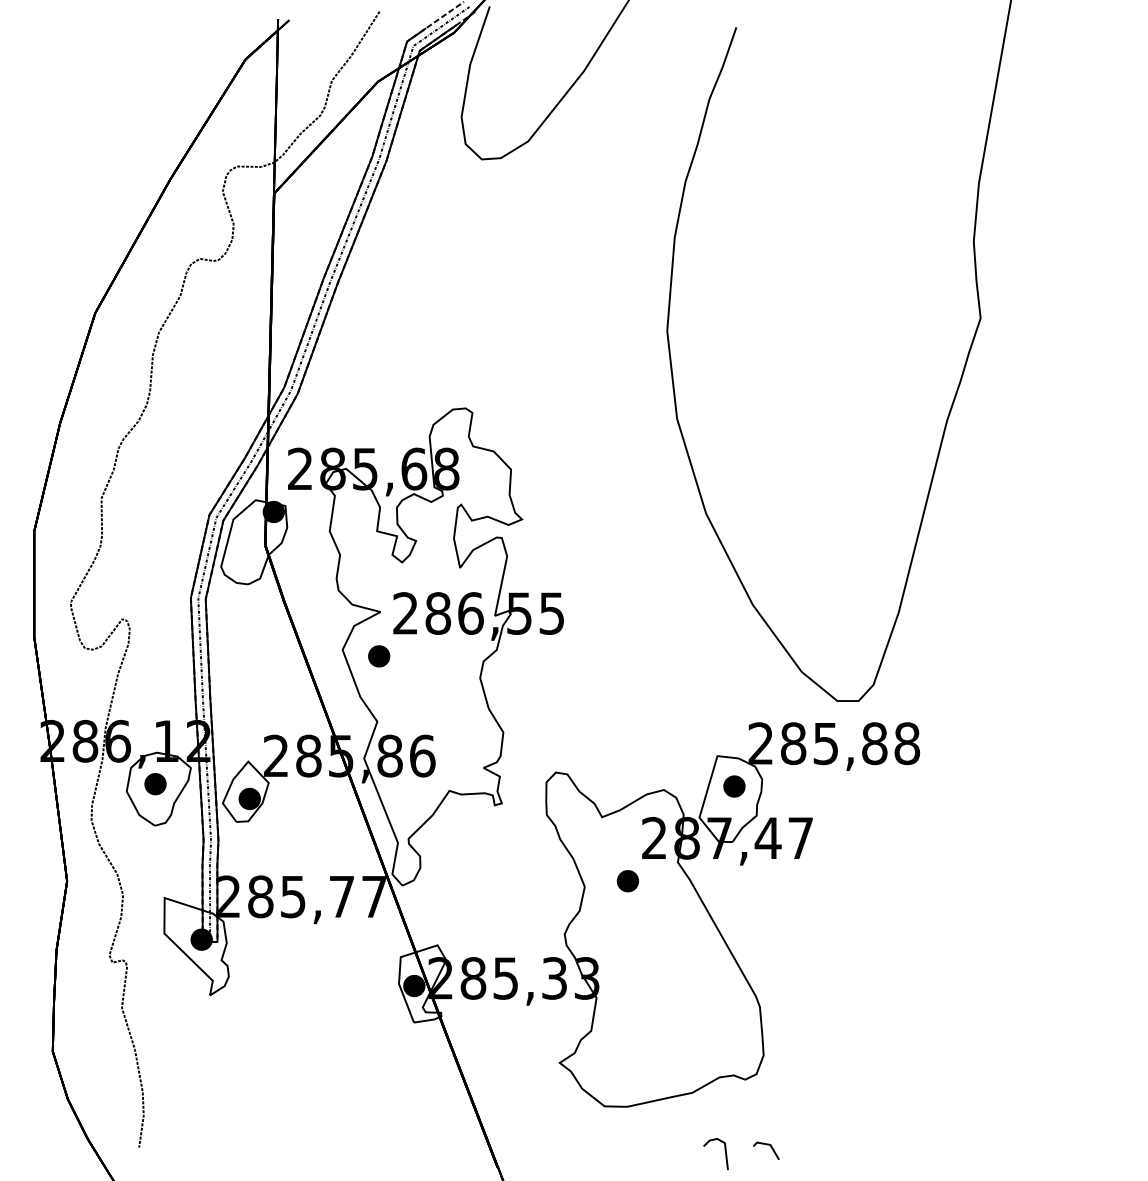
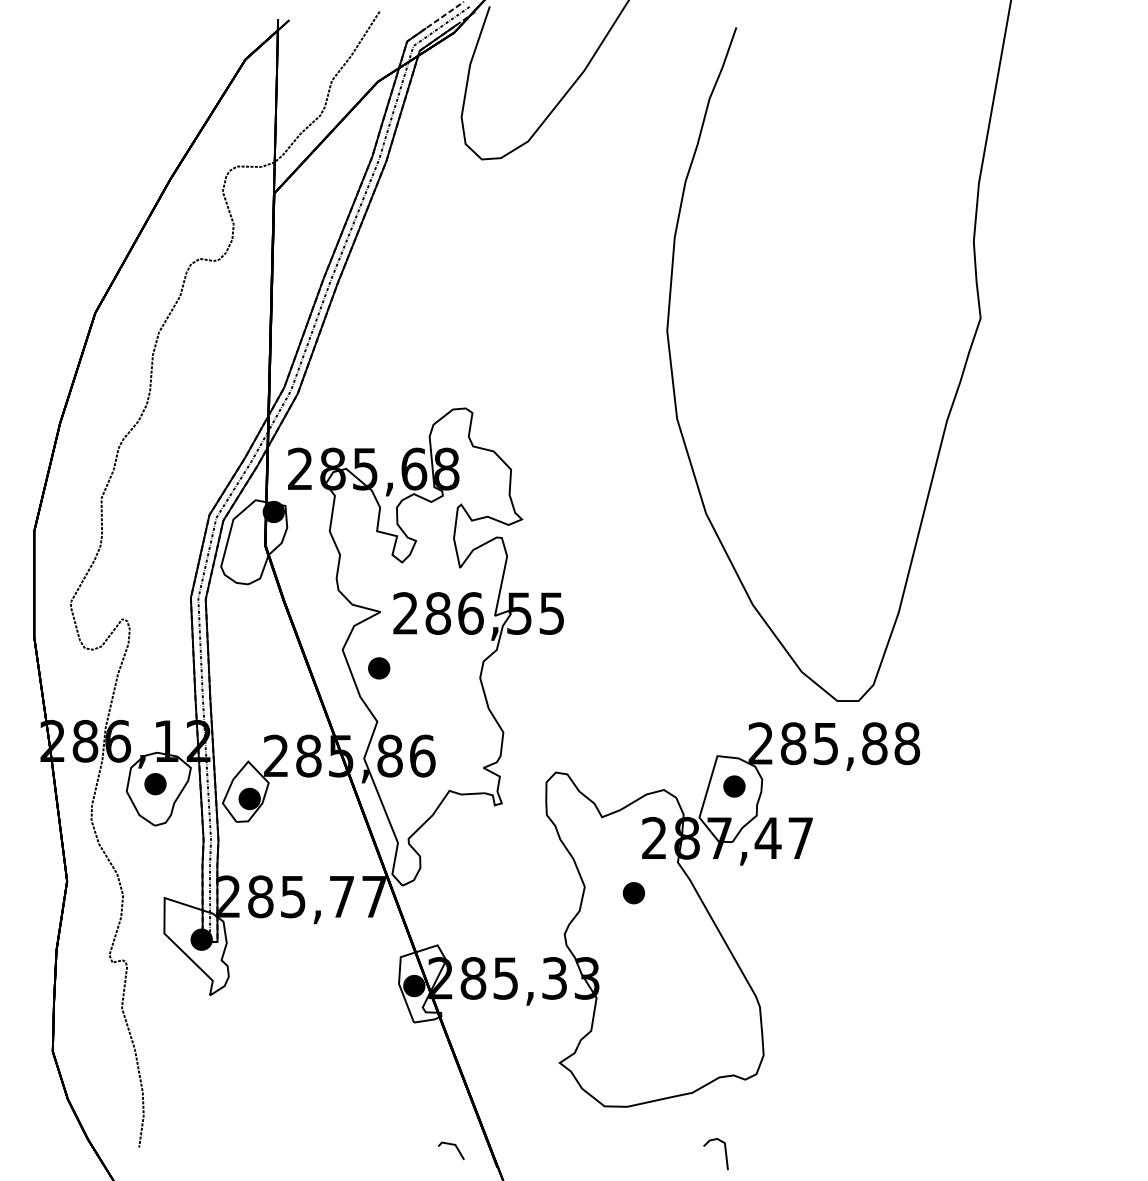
part at (379, 656) position: (379, 656) -> (379, 668)
part at (627, 881) position: (627, 881) -> (633, 893)
line at (766, 1145) position: (766, 1145) -> (451, 1145)
